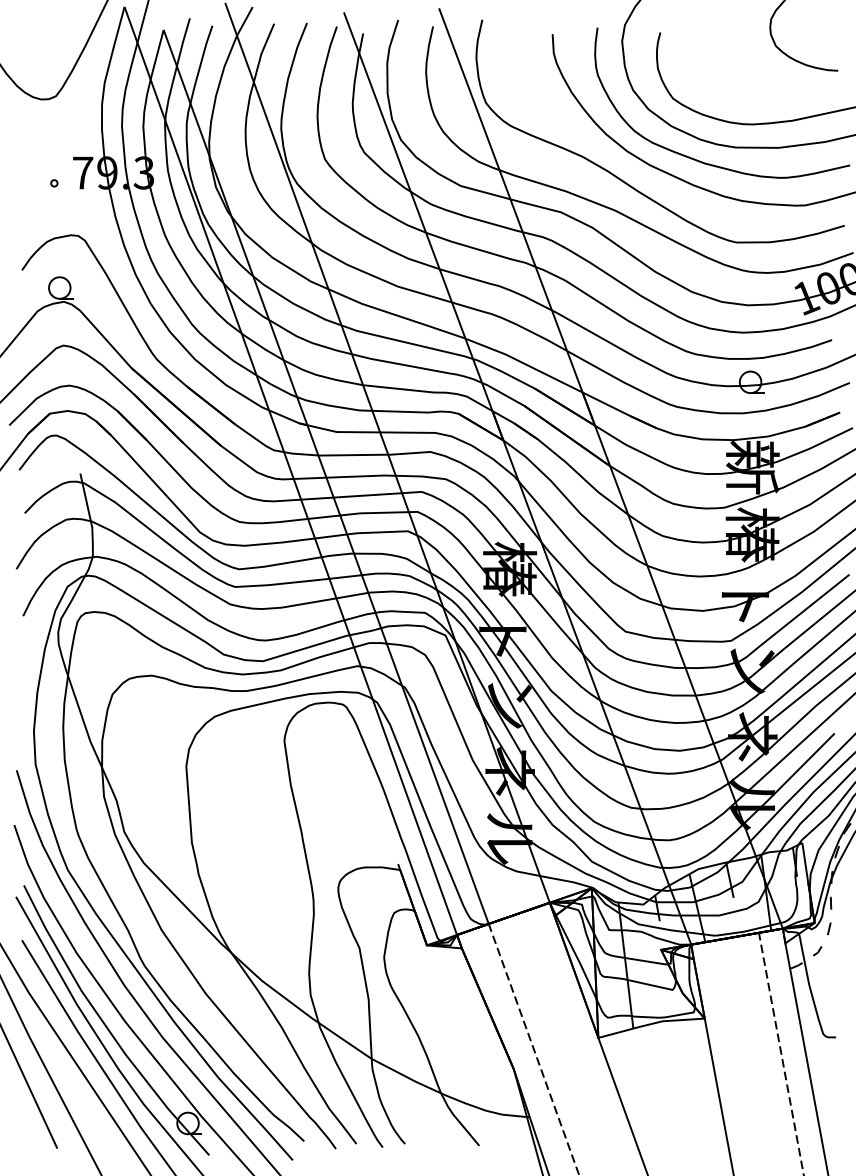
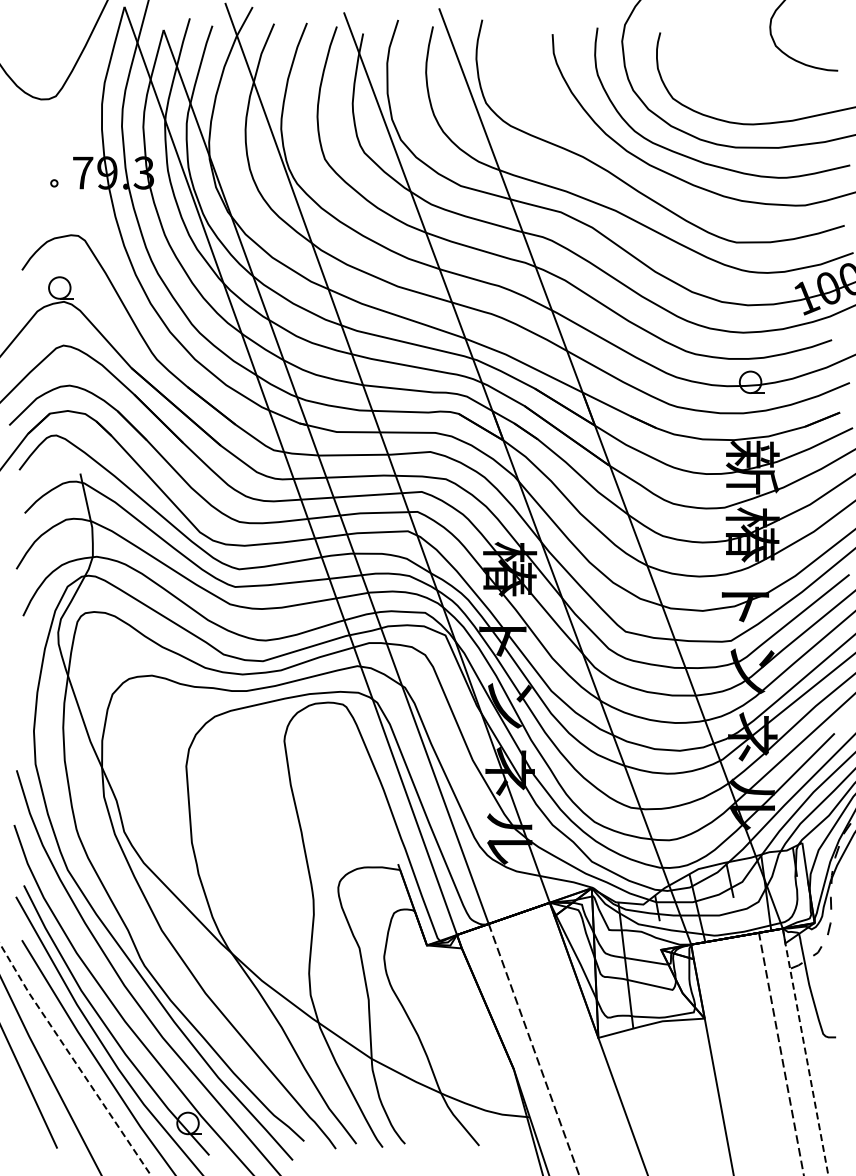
line at (805, 1051): solid -> dashed
line at (73, 1059): solid -> dashed
